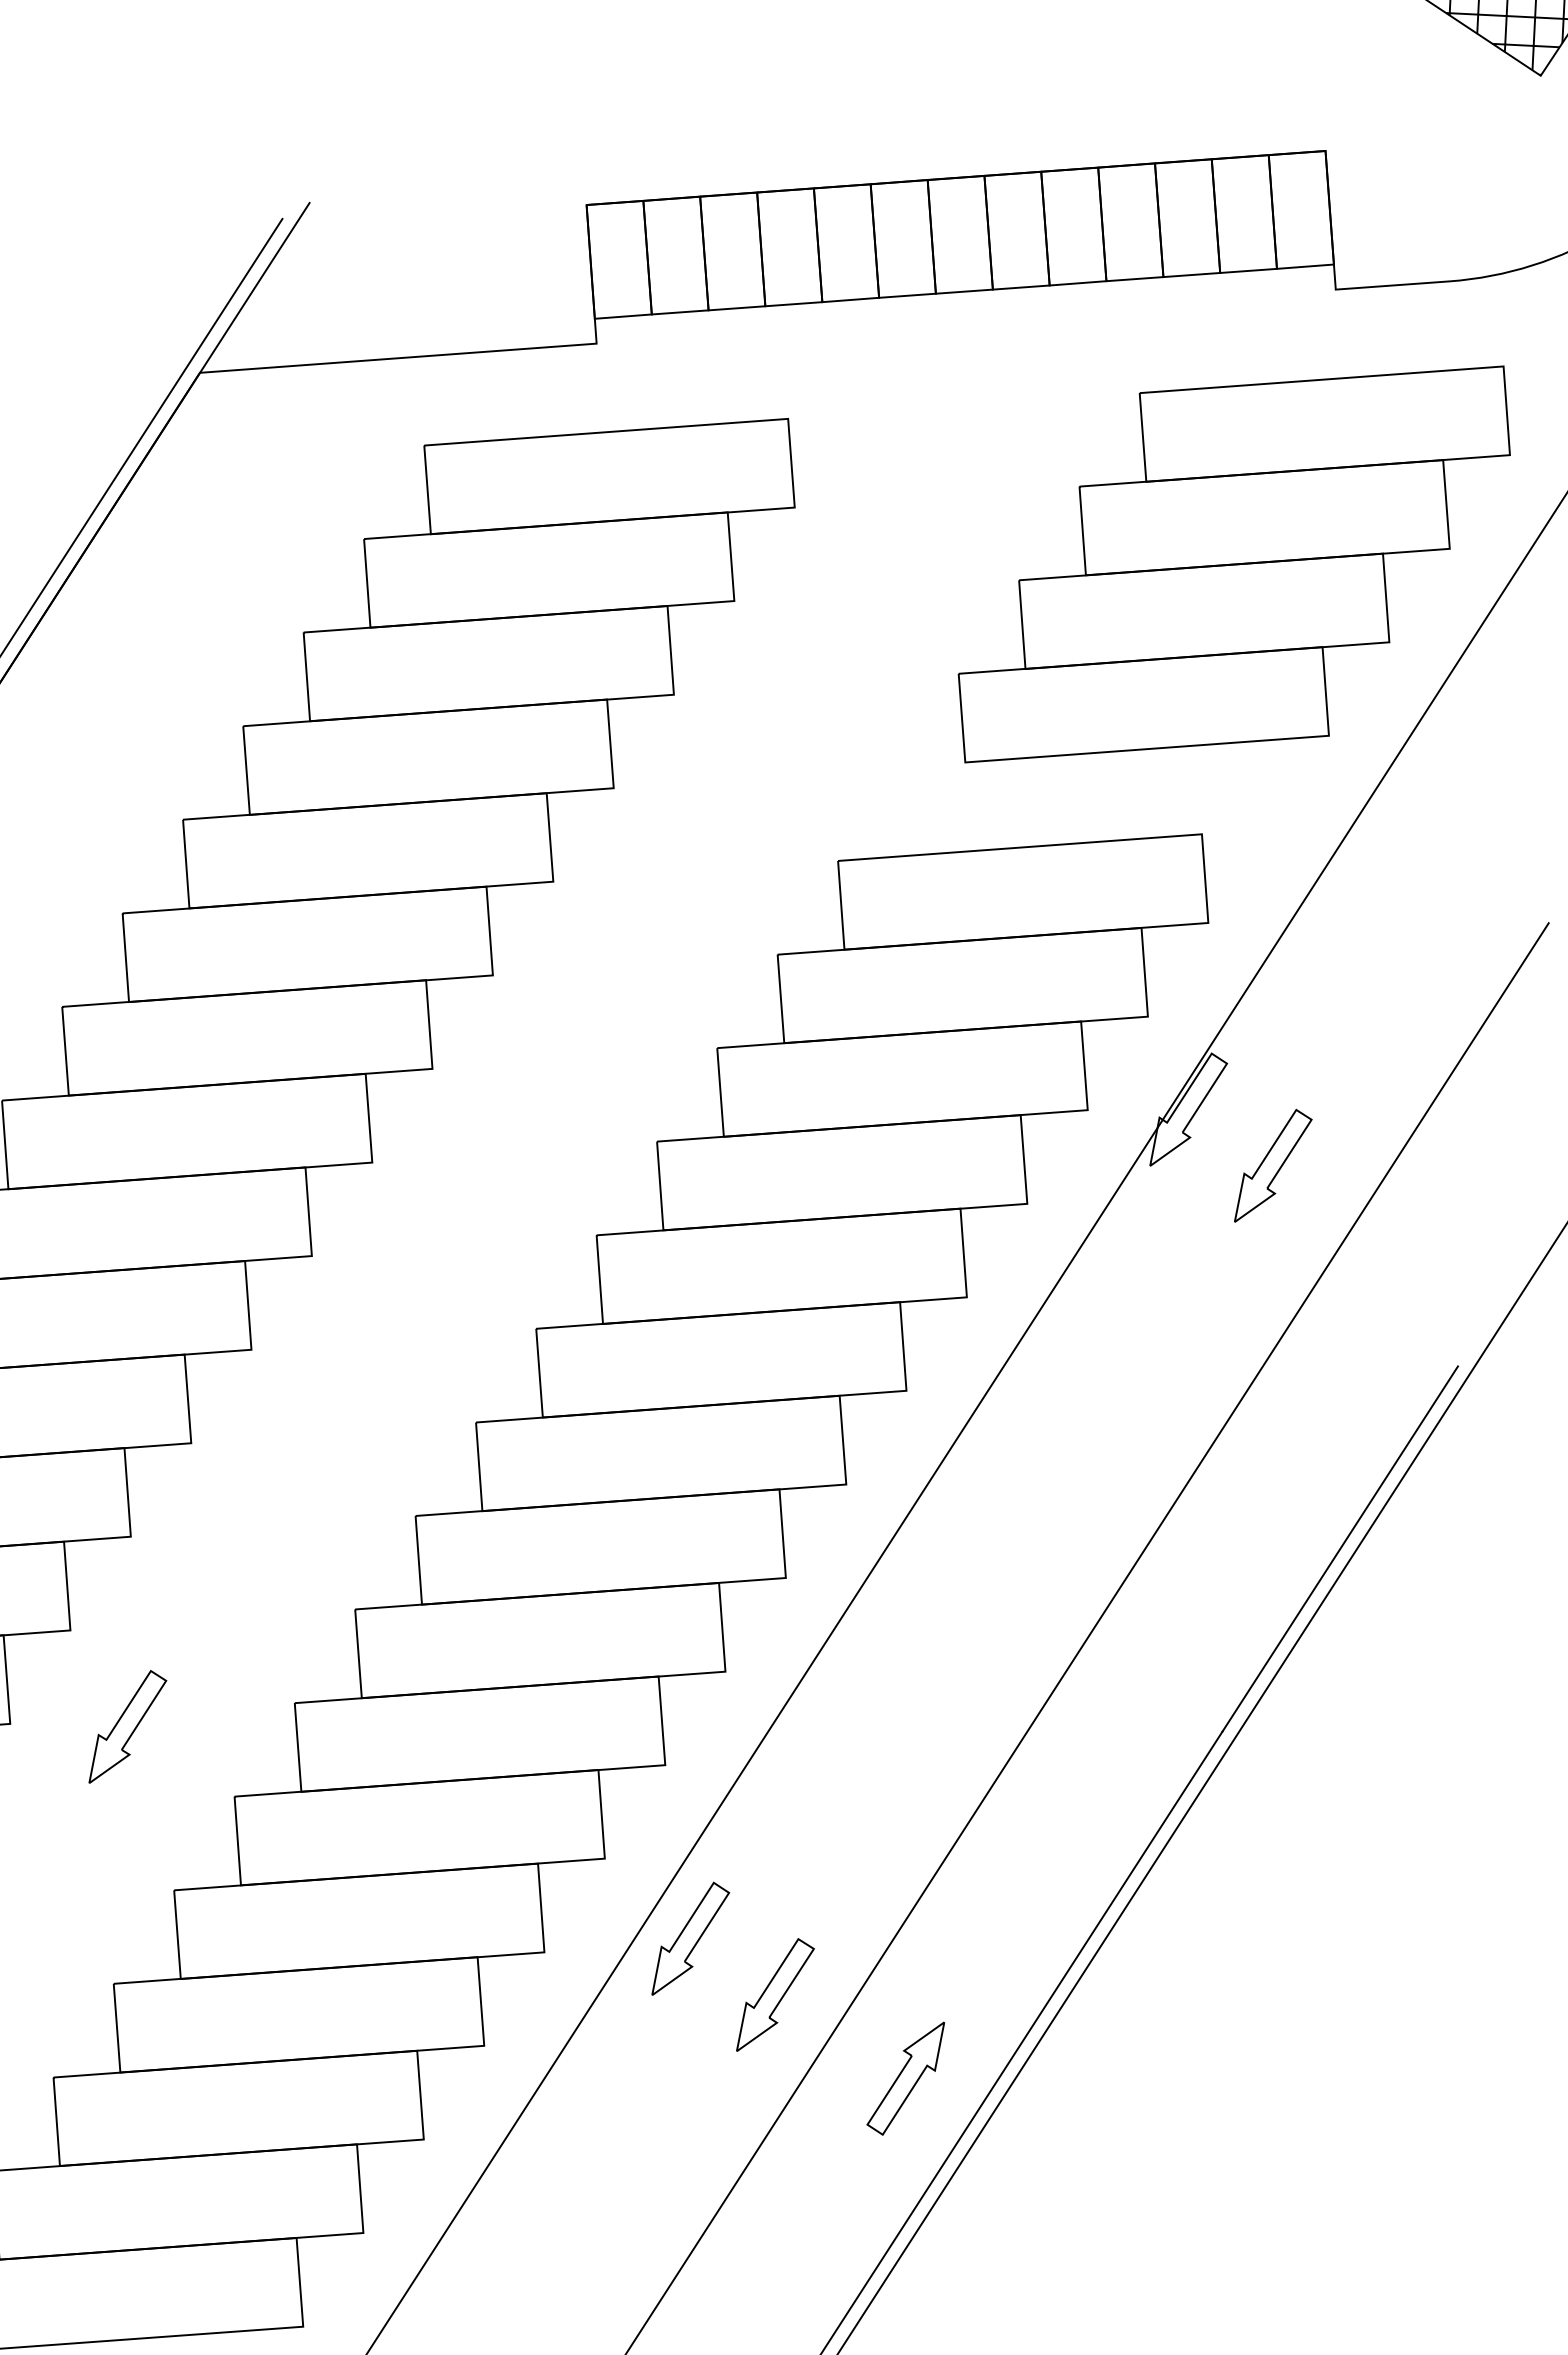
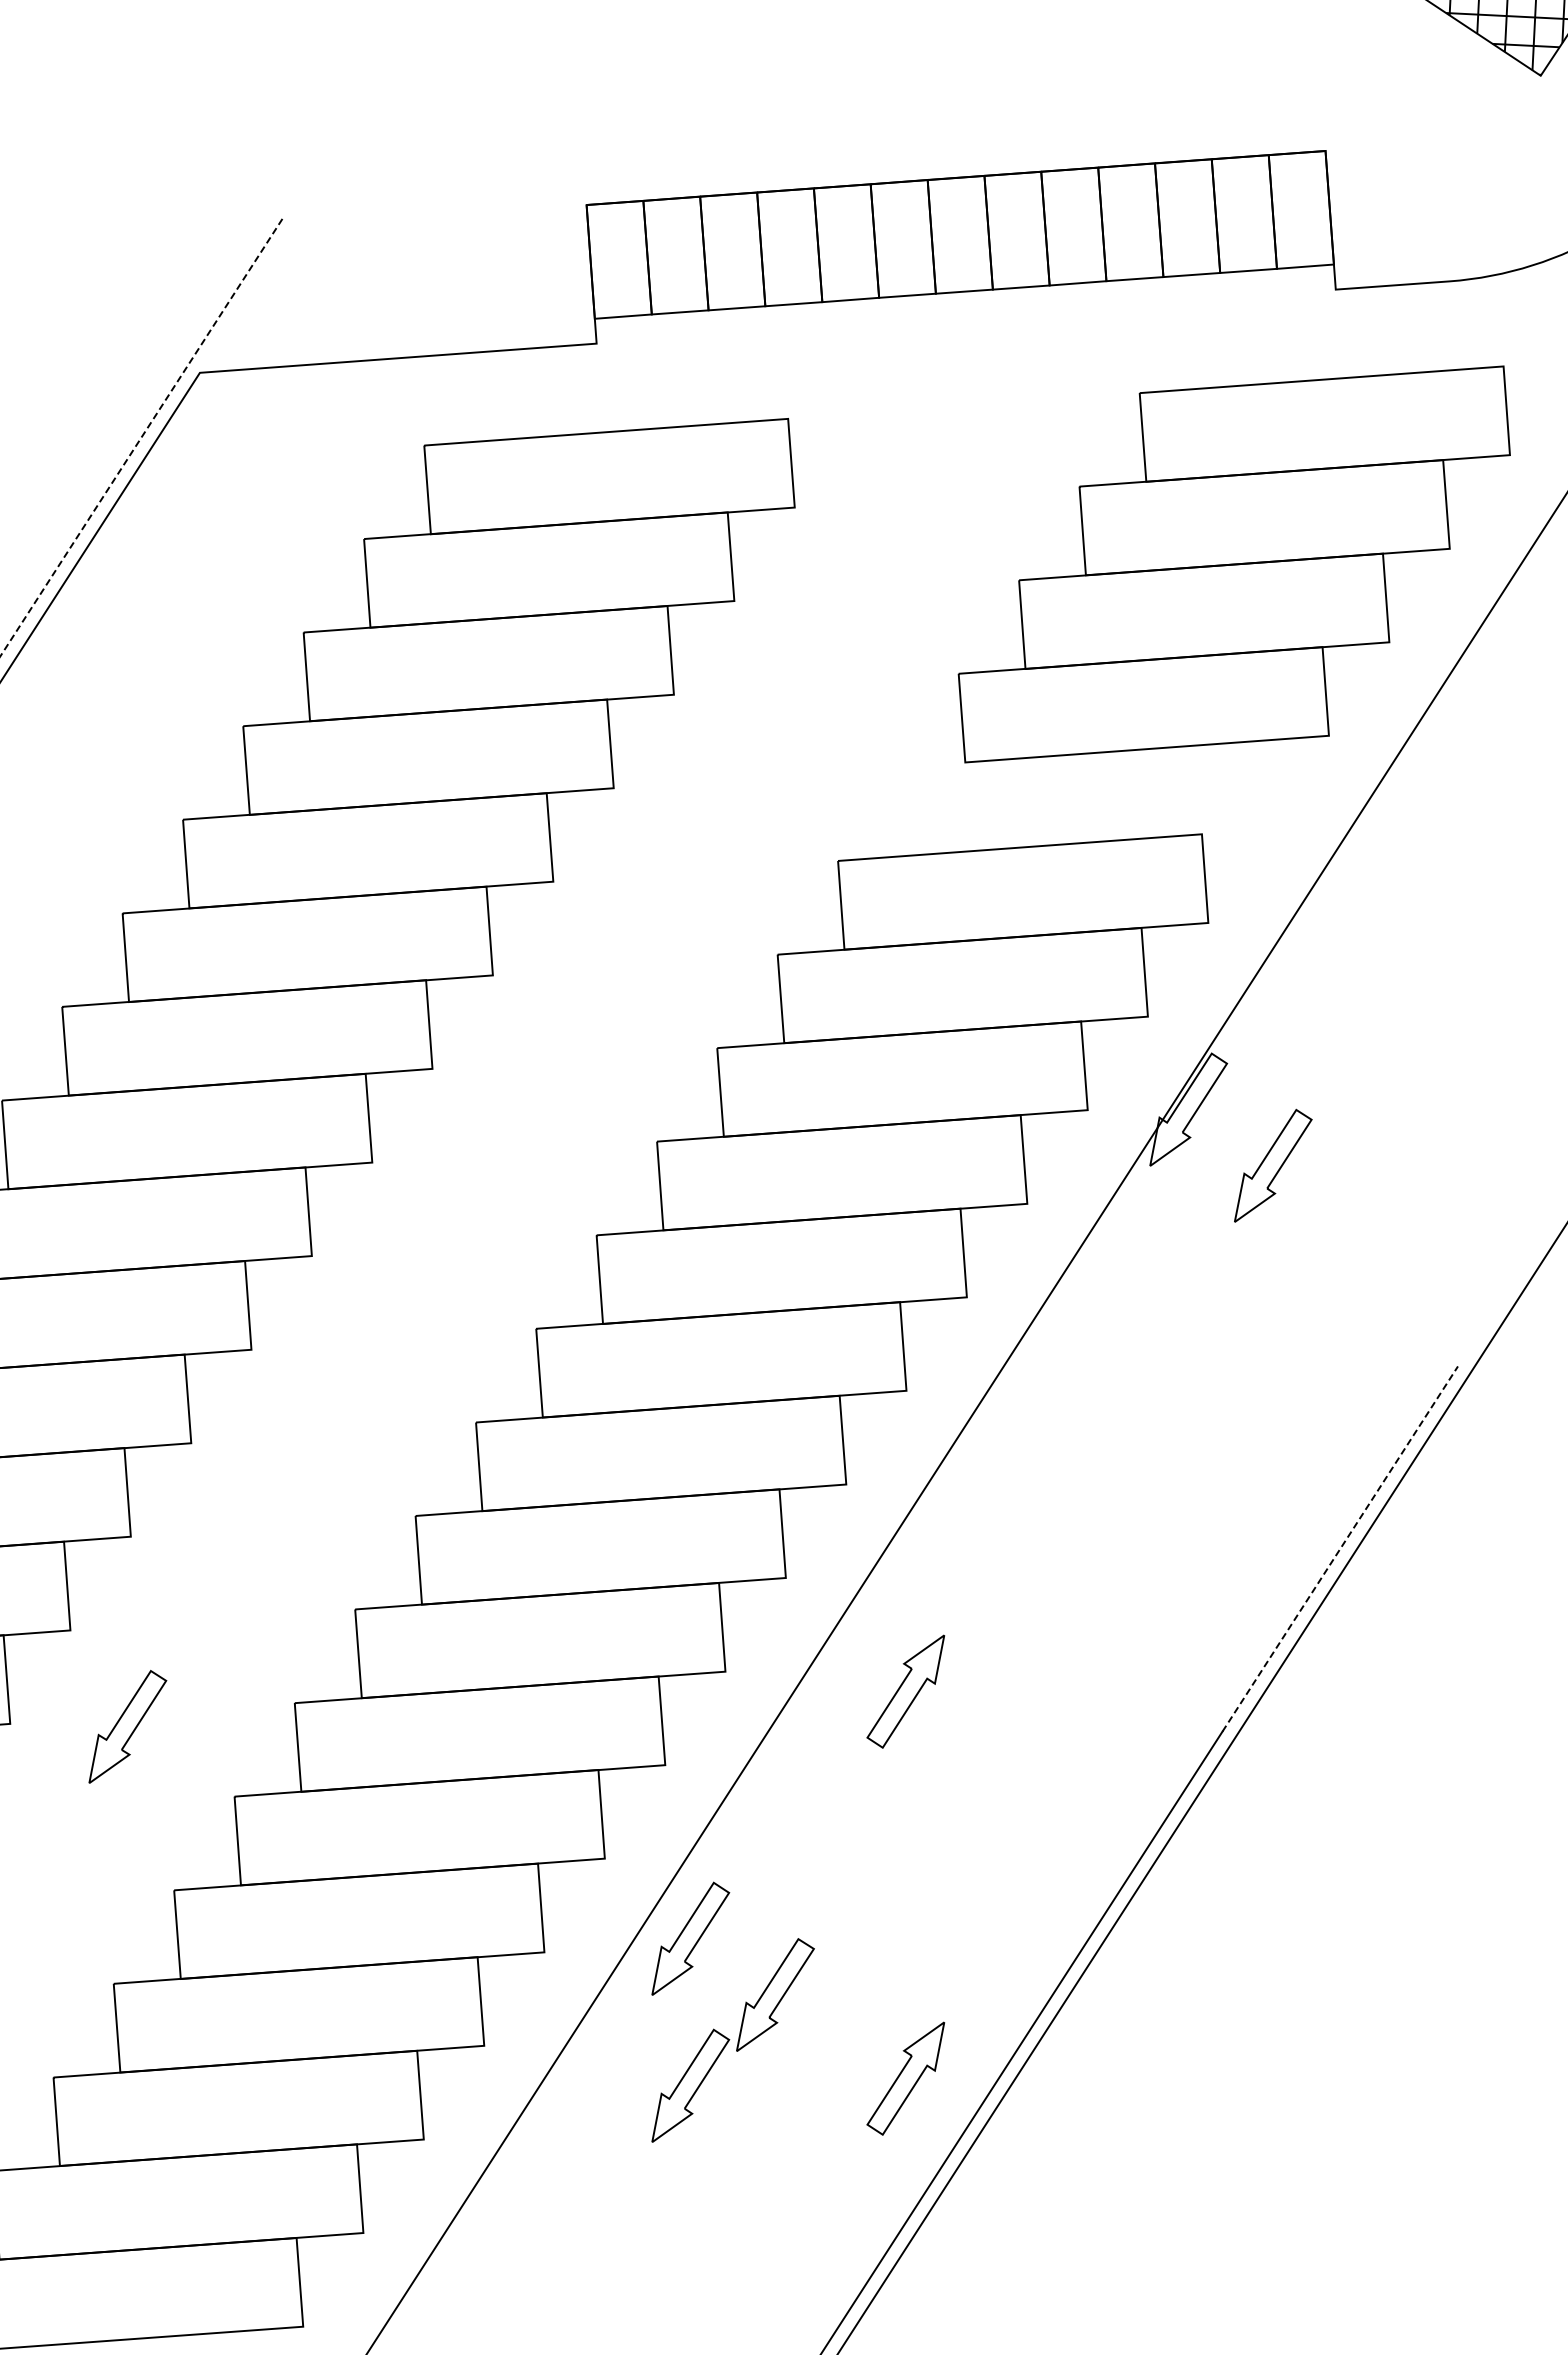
line at (141, 438): solid -> dashed
line at (155, 440): present -> none
line at (1340, 1548): solid -> dashed
line at (1087, 1637): present -> none
part at (905, 1691): none -> present
part at (690, 2085): none -> present
